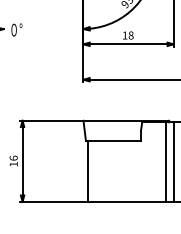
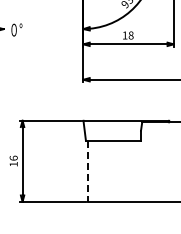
line at (166, 161): present -> none
line at (173, 161): present -> none
line at (88, 171): solid -> dashed
